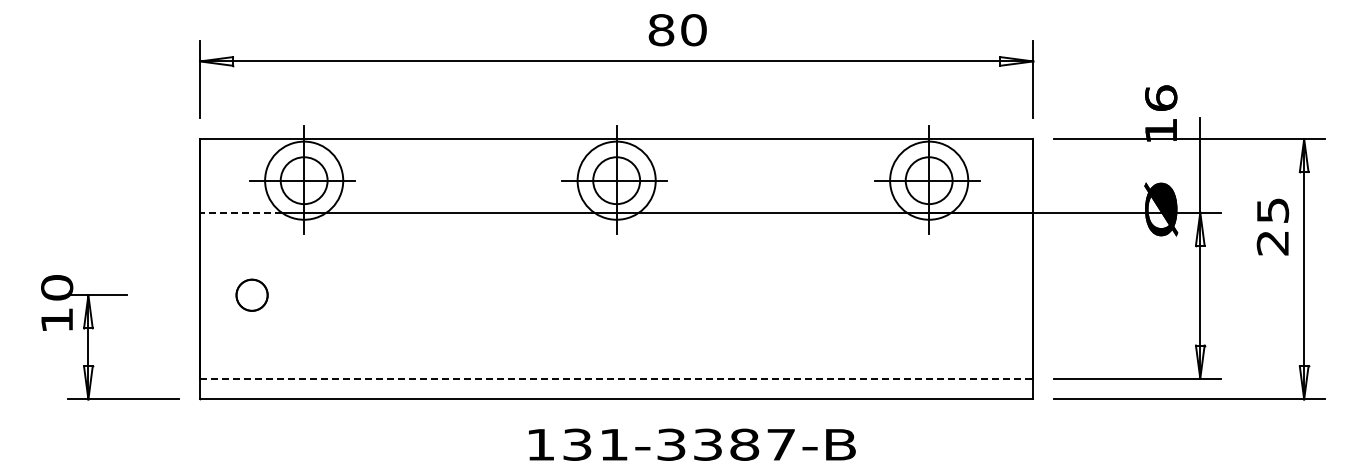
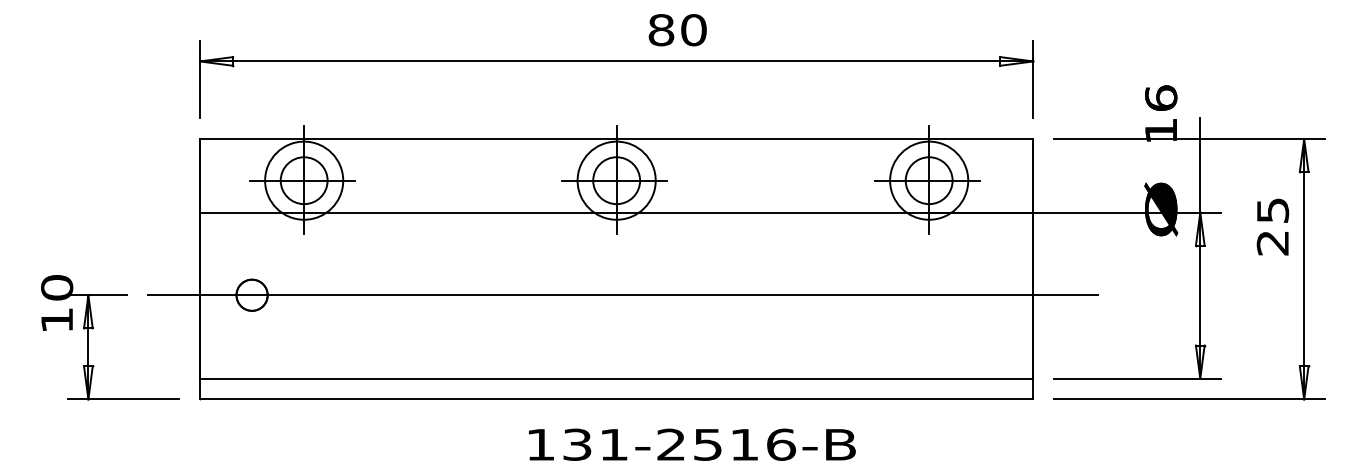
line at (240, 212): dashed -> solid
line at (622, 295): none -> present
line at (616, 378): dashed -> solid
text at (726, 444): 131-3387-B -> 131-2516-B
